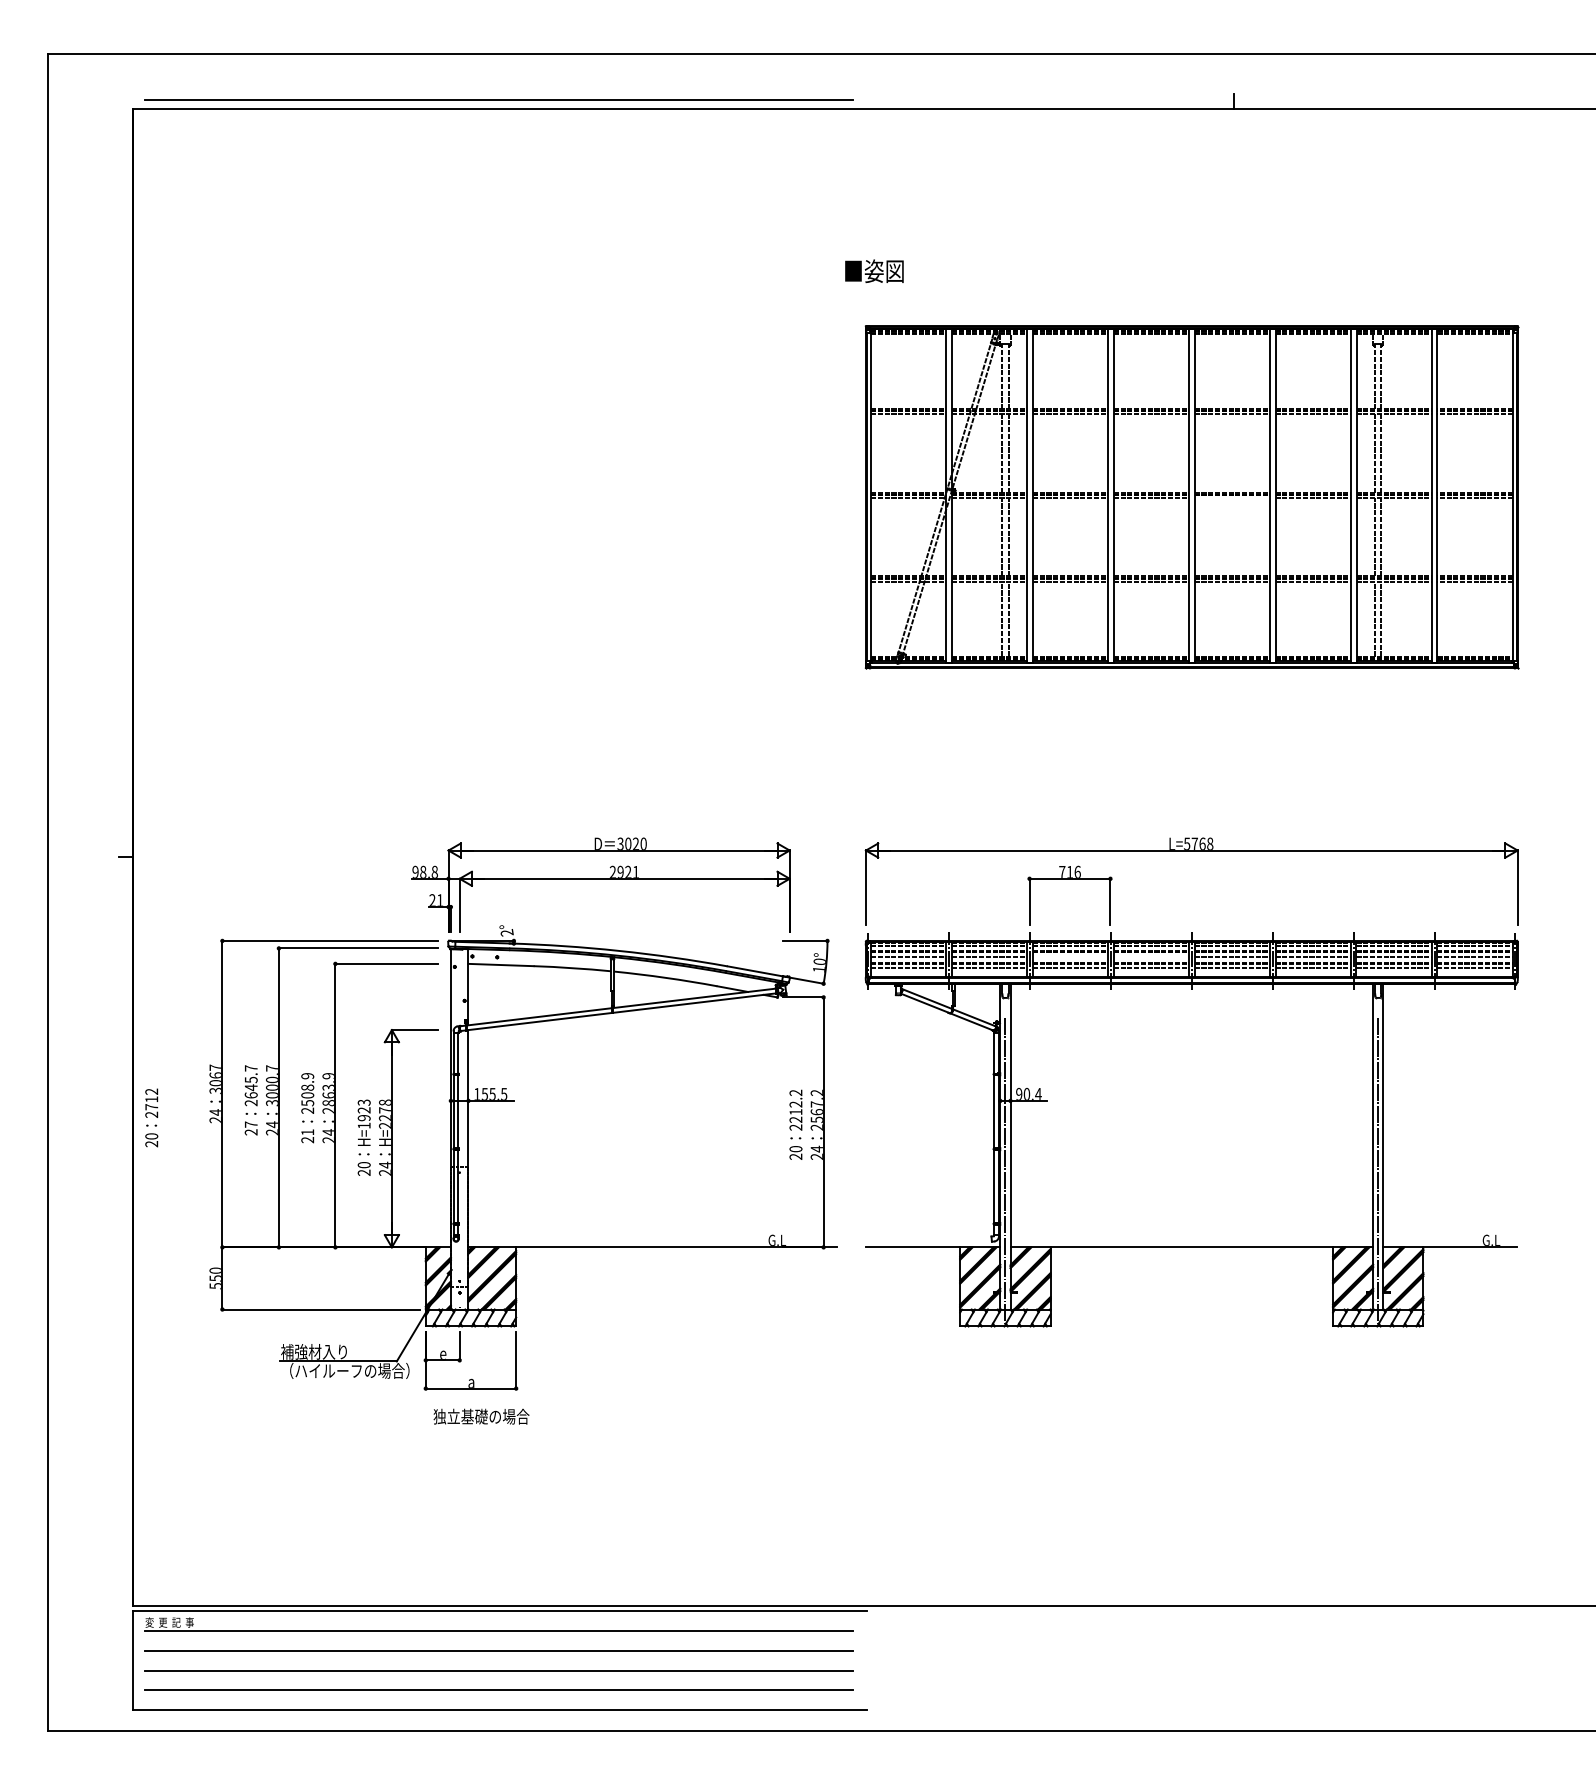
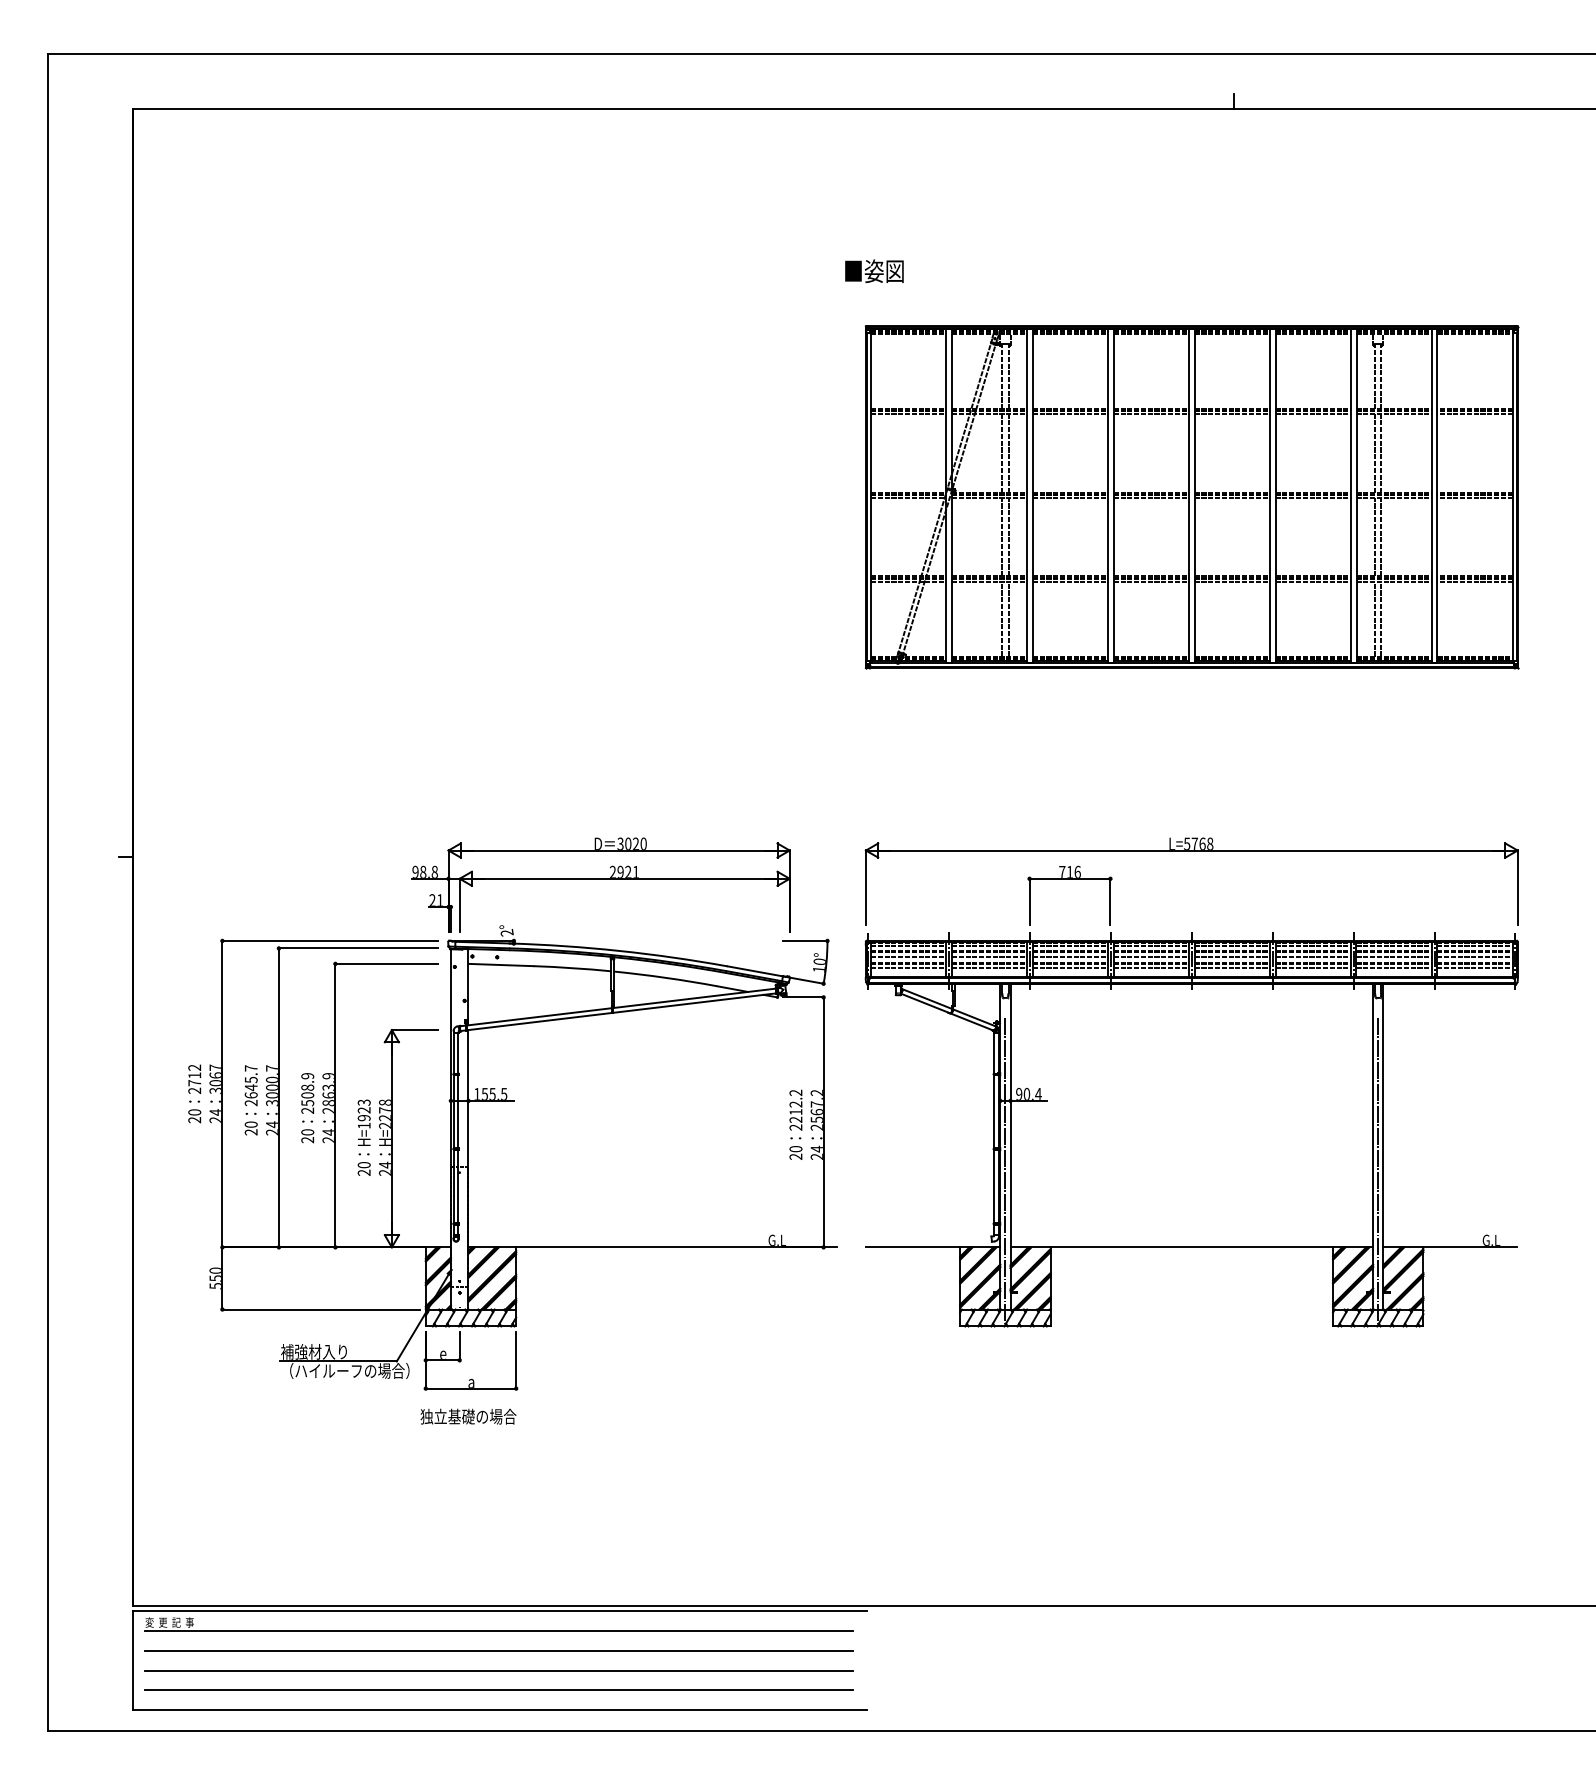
line at (498, 99): present -> none
line at (1231, 498): none -> present
line at (1070, 957): none -> present
line at (1151, 957): none -> present
text at (151, 1117) position: (151, 1117) -> (194, 1093)
text at (250, 1124): 27 -> 20
text at (307, 1132): 21 -> 20
text at (481, 1416) position: (481, 1416) -> (468, 1416)
